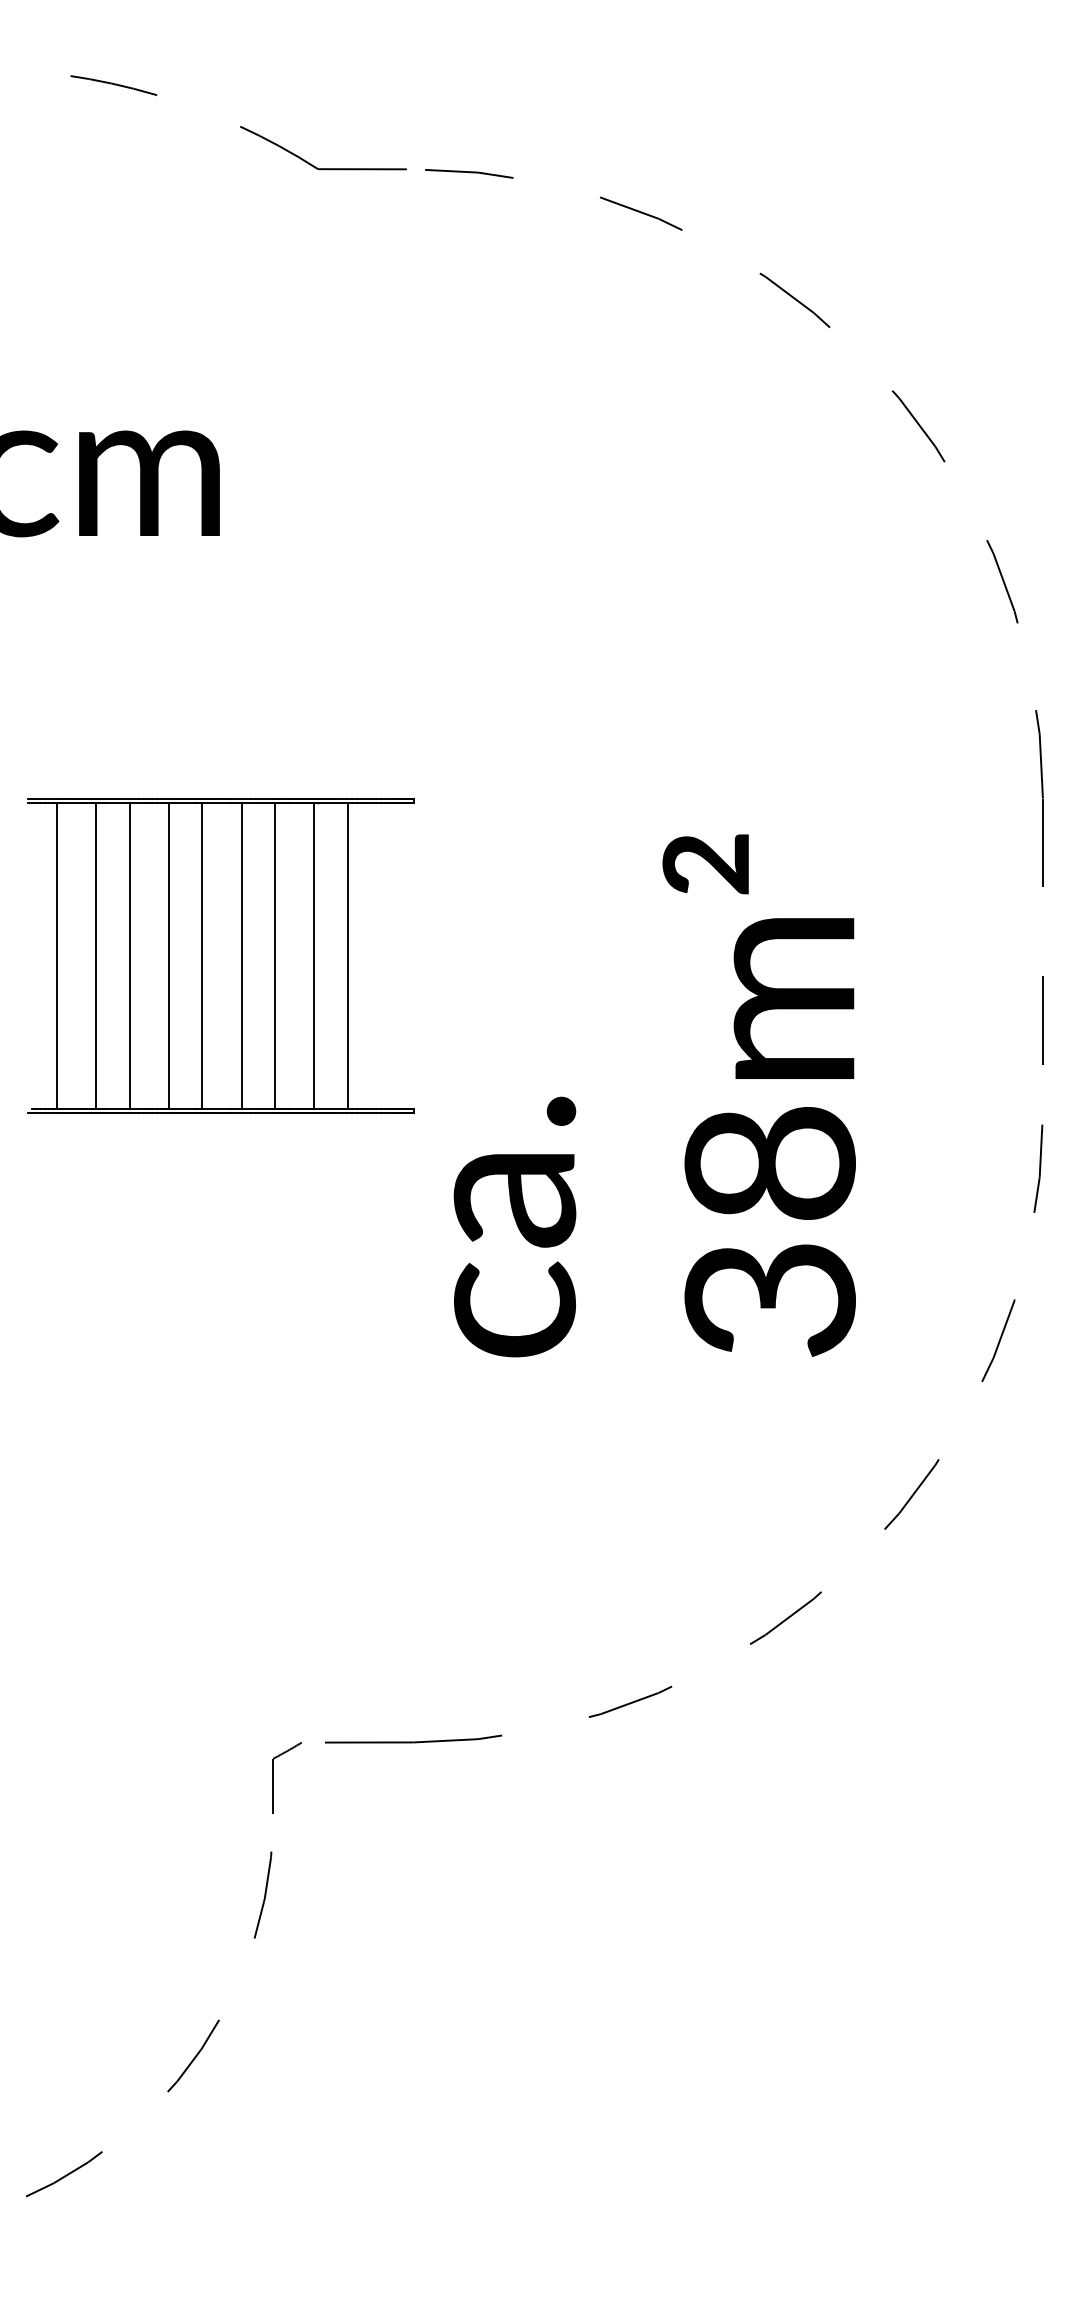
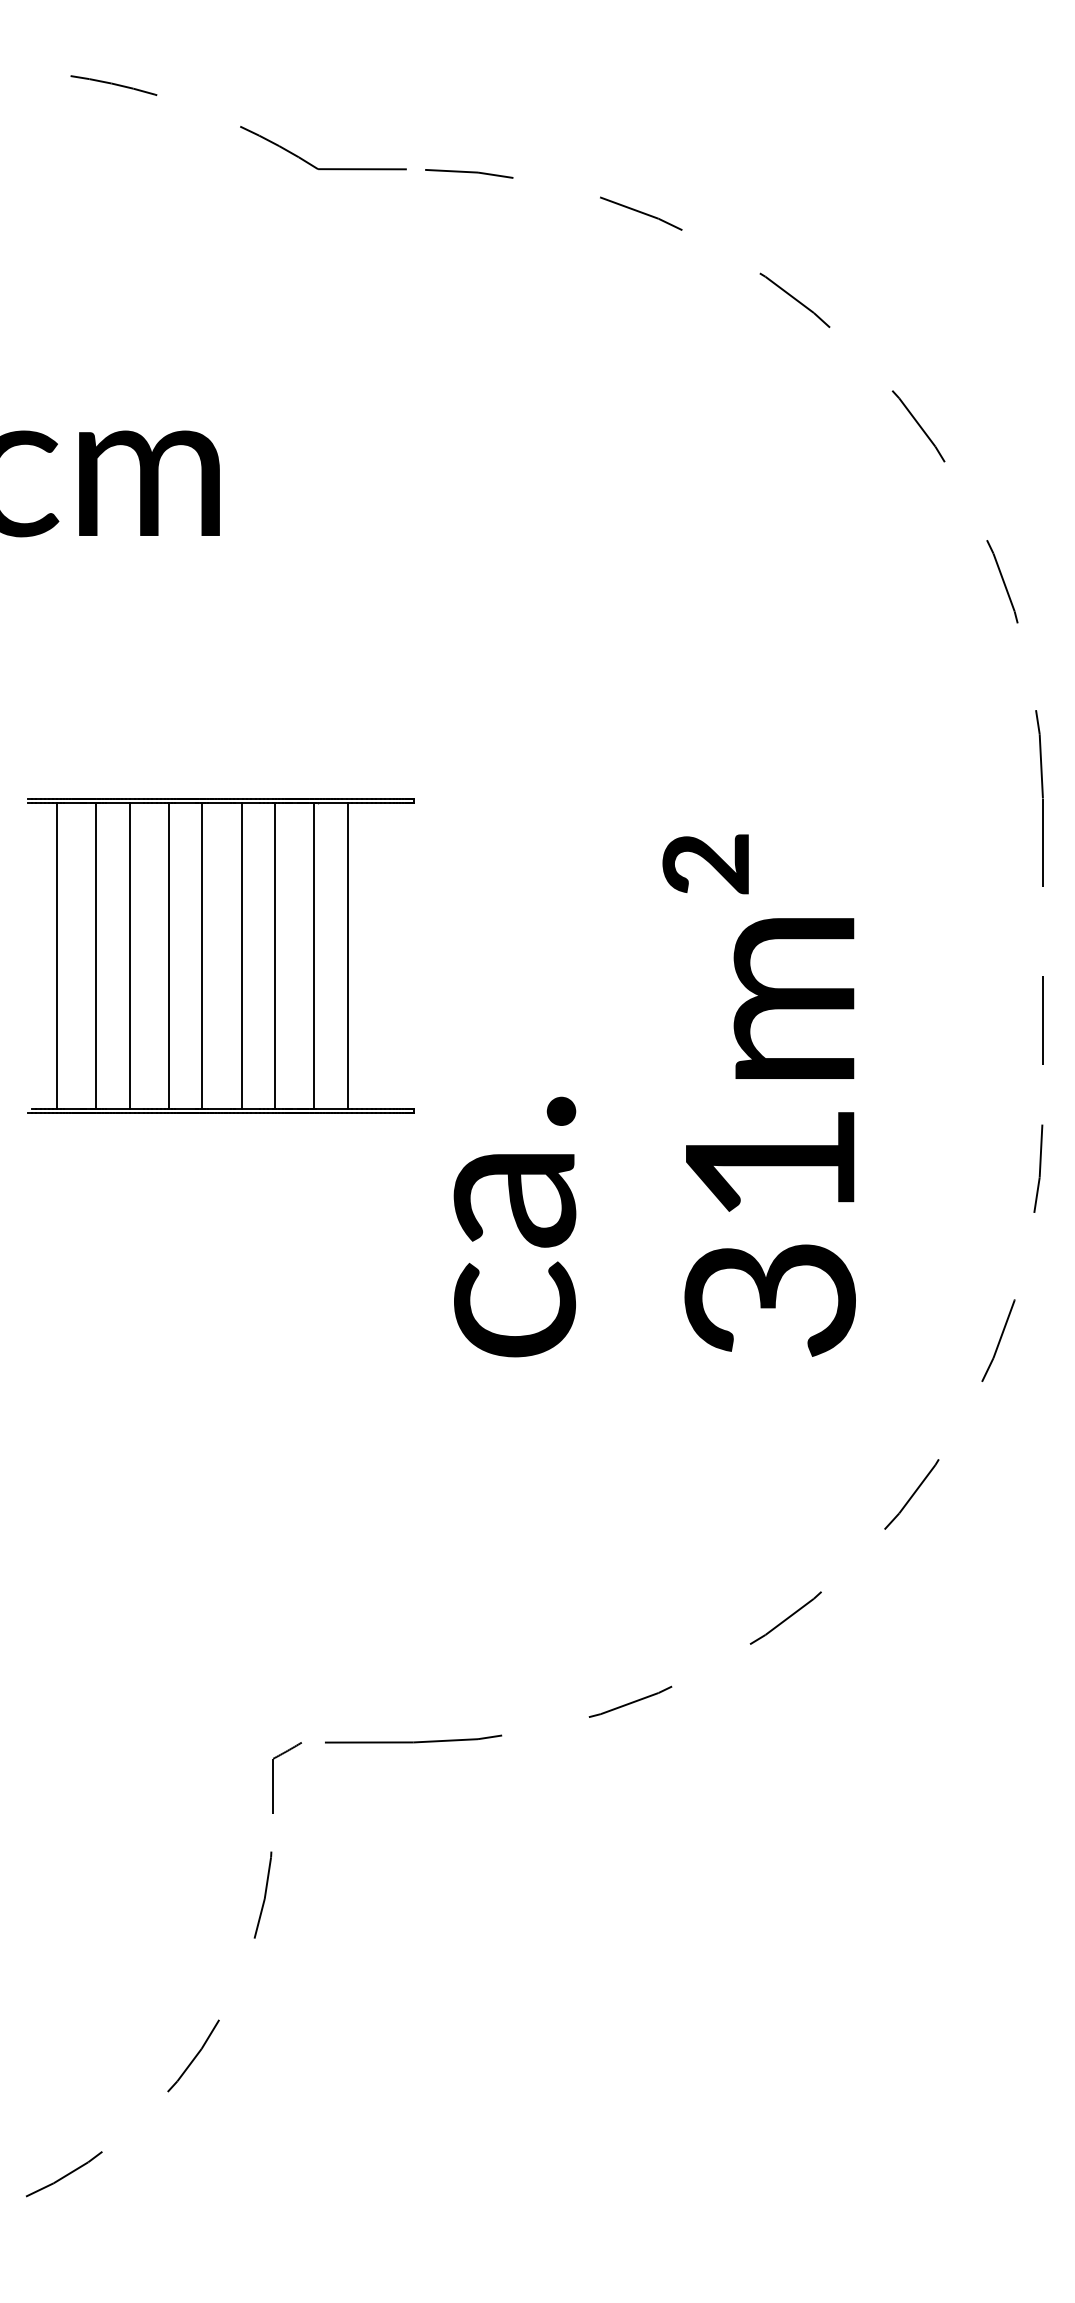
text at (769, 1163): 38m² -> 31m²
